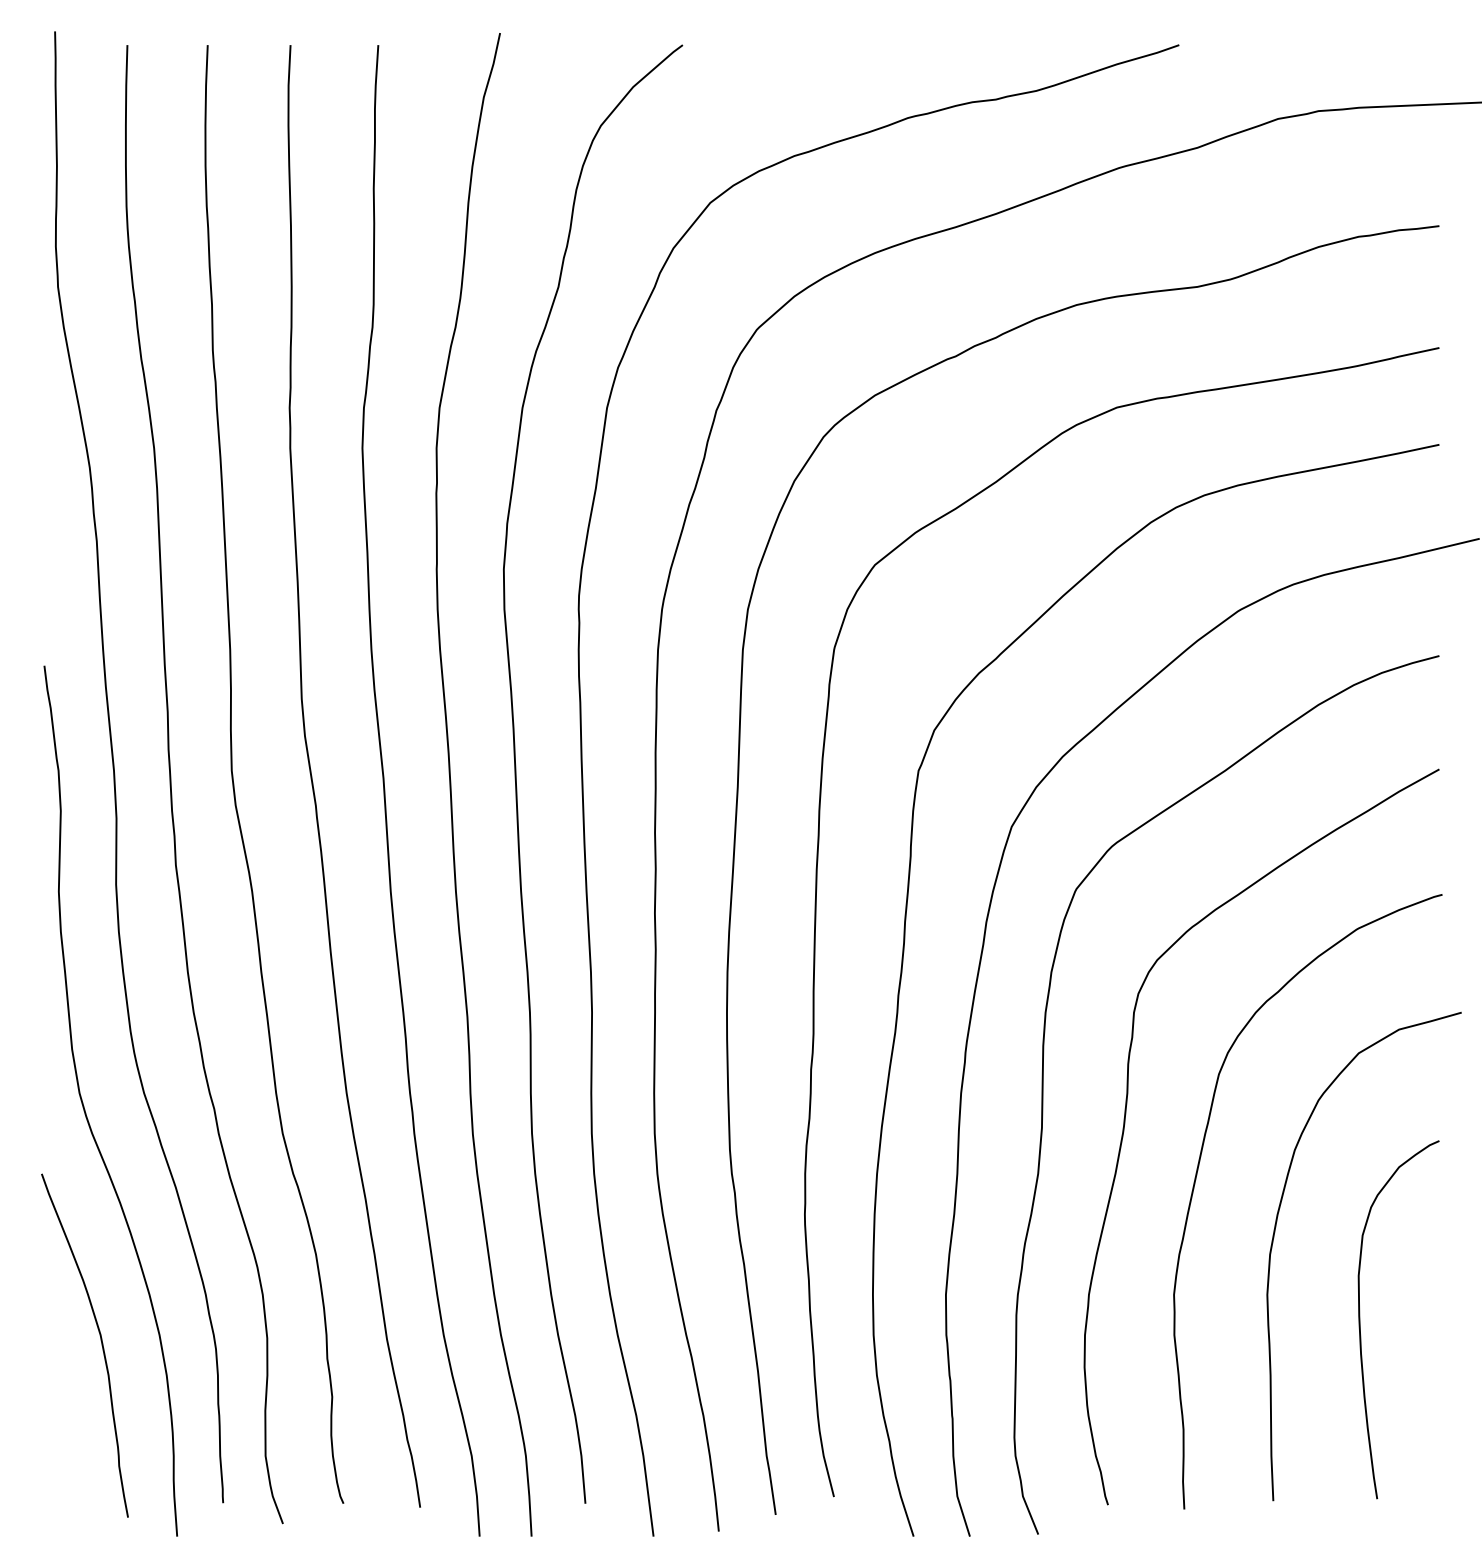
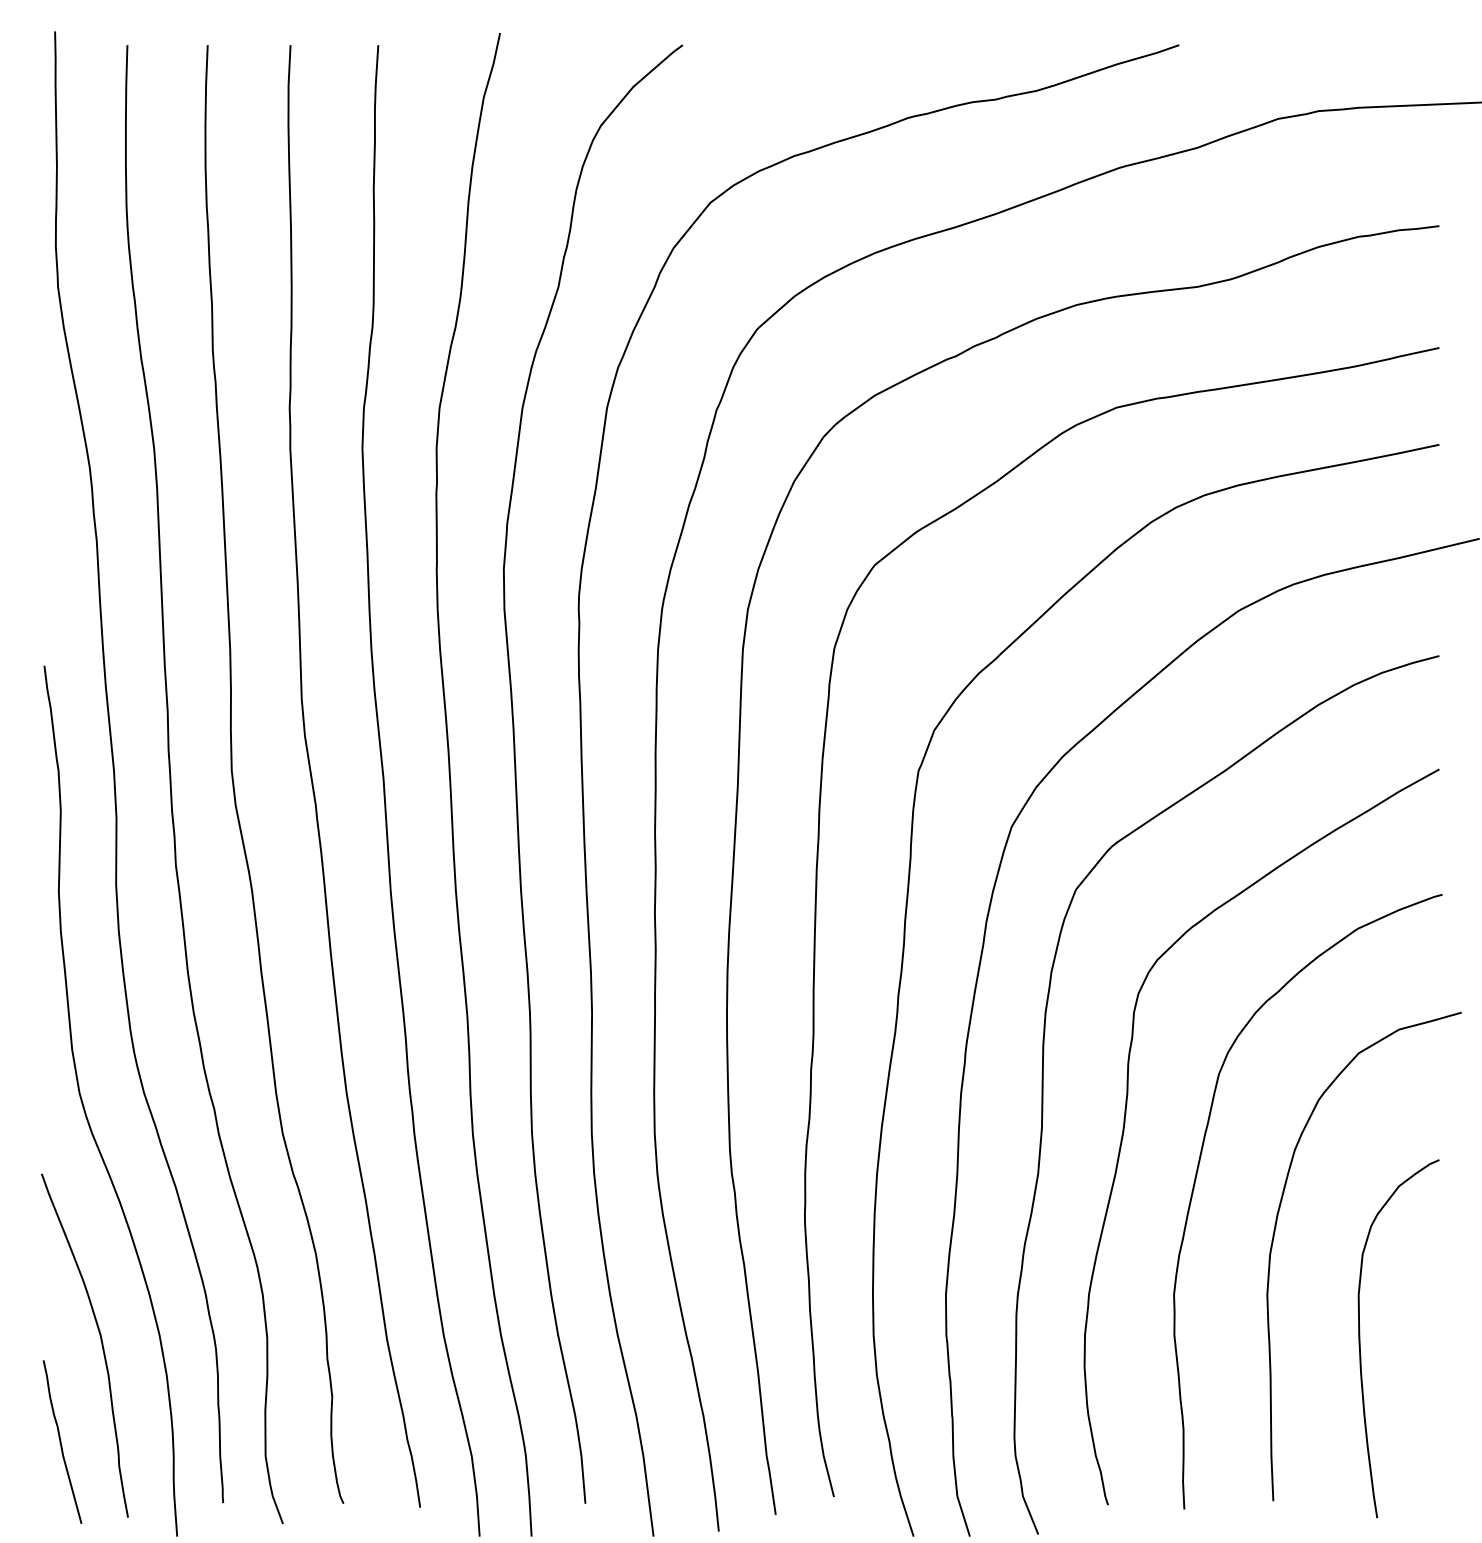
curve at (1360, 1319) position: (1360, 1319) -> (1360, 1338)
curve at (61, 1441): none -> present
